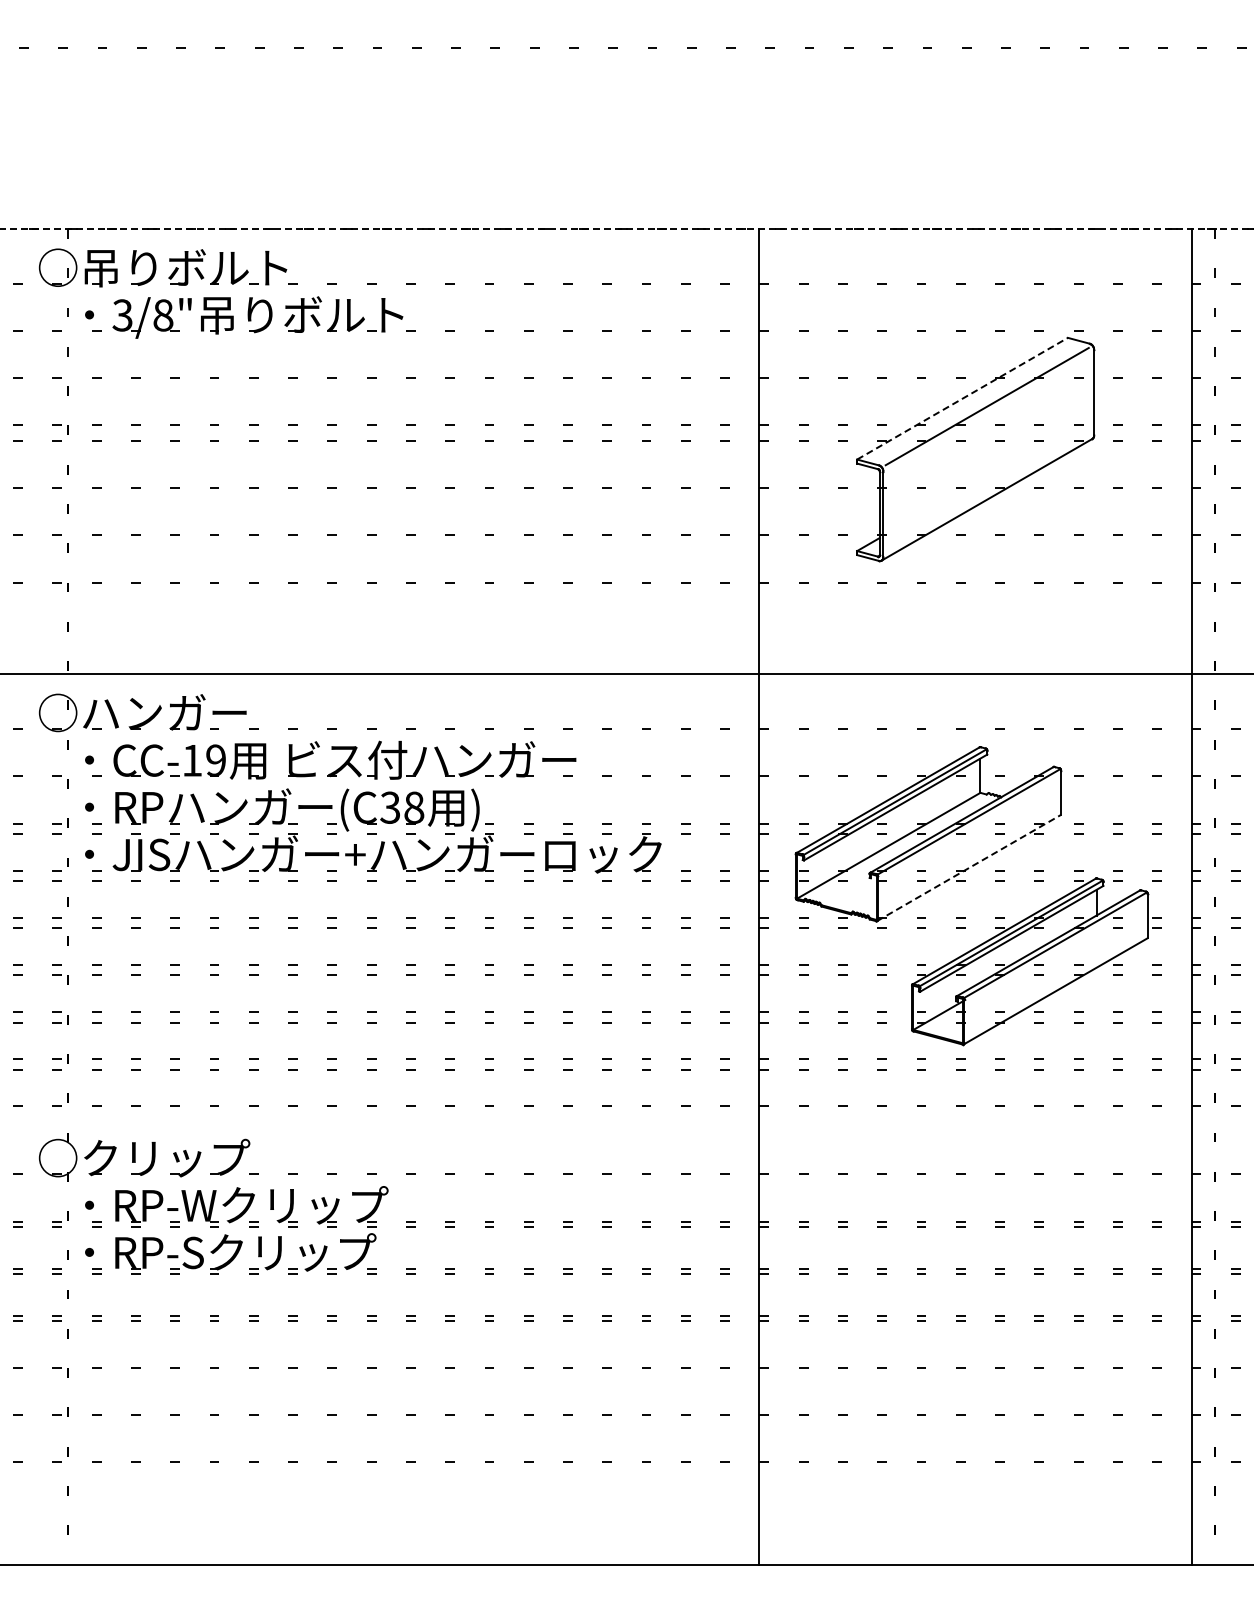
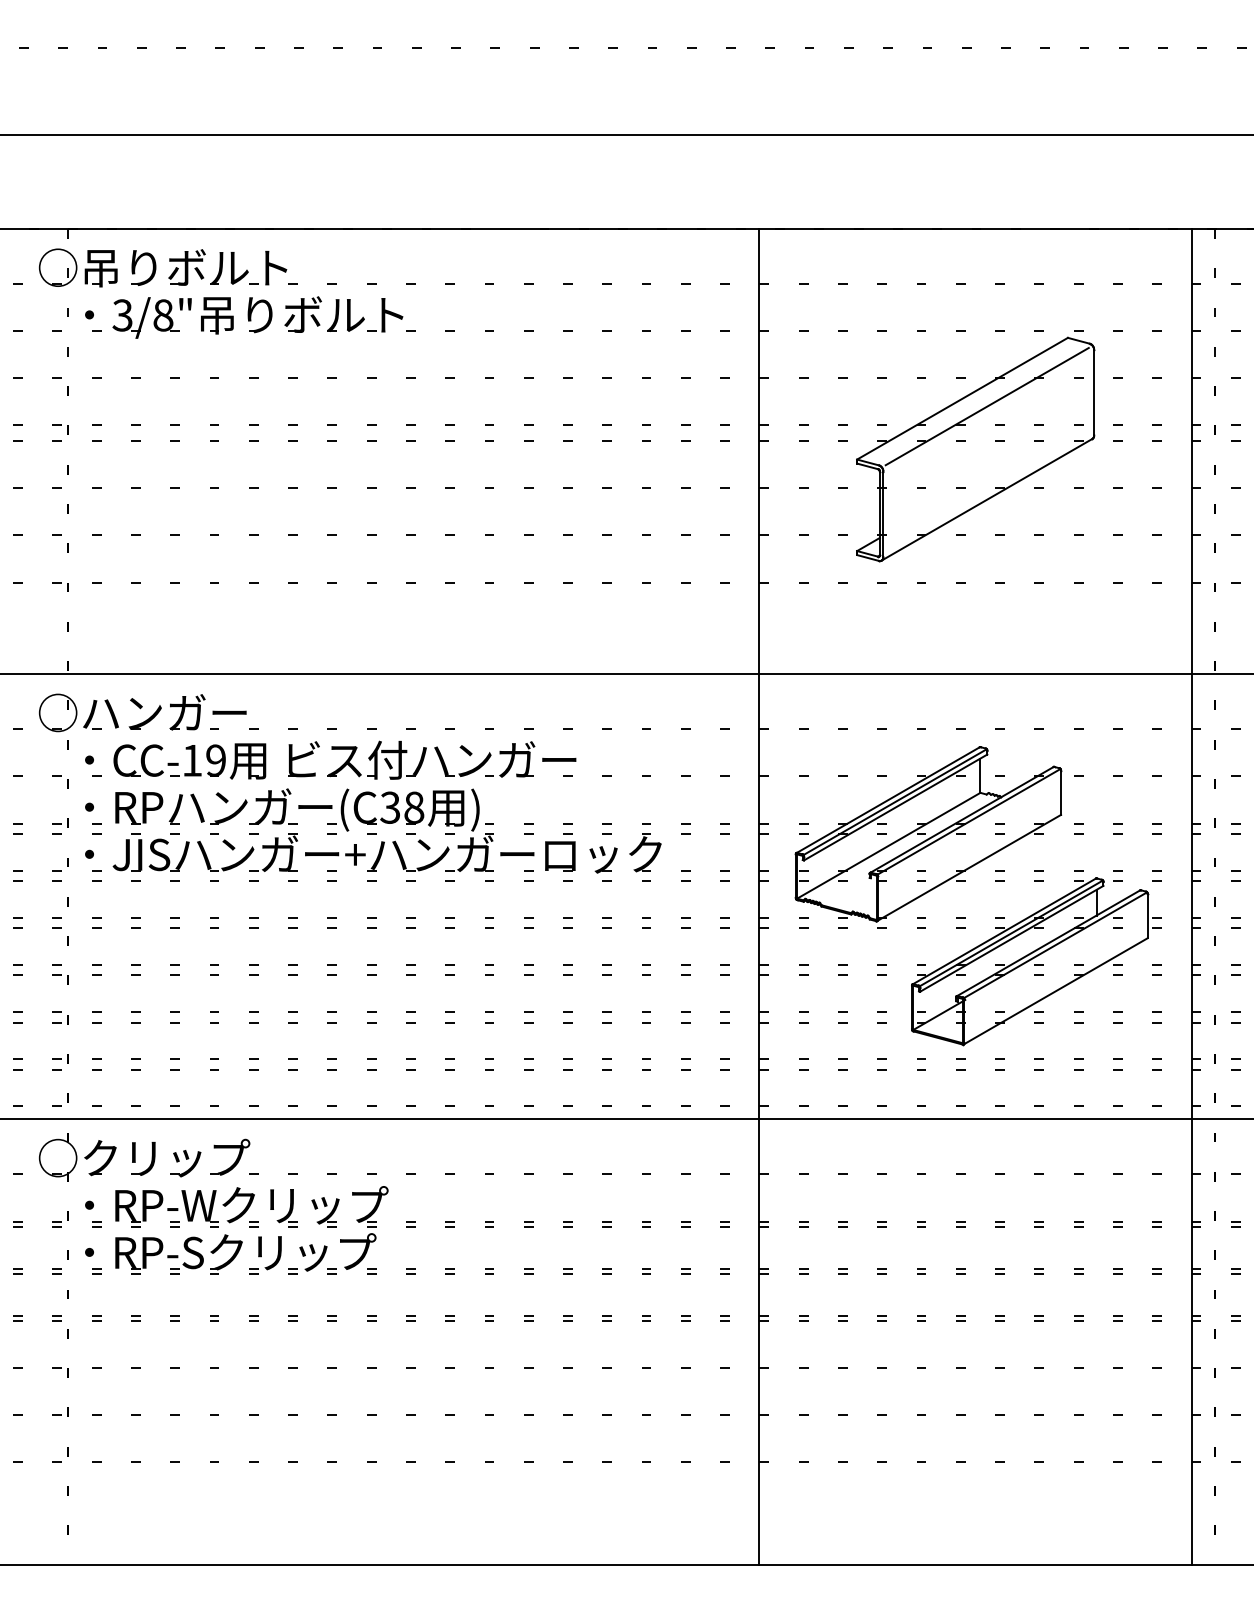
line at (626, 134): none -> present
line at (627, 229): dashed -> solid
line at (962, 398): dashed -> solid
line at (969, 867): dashed -> solid
line at (626, 1119): none -> present
